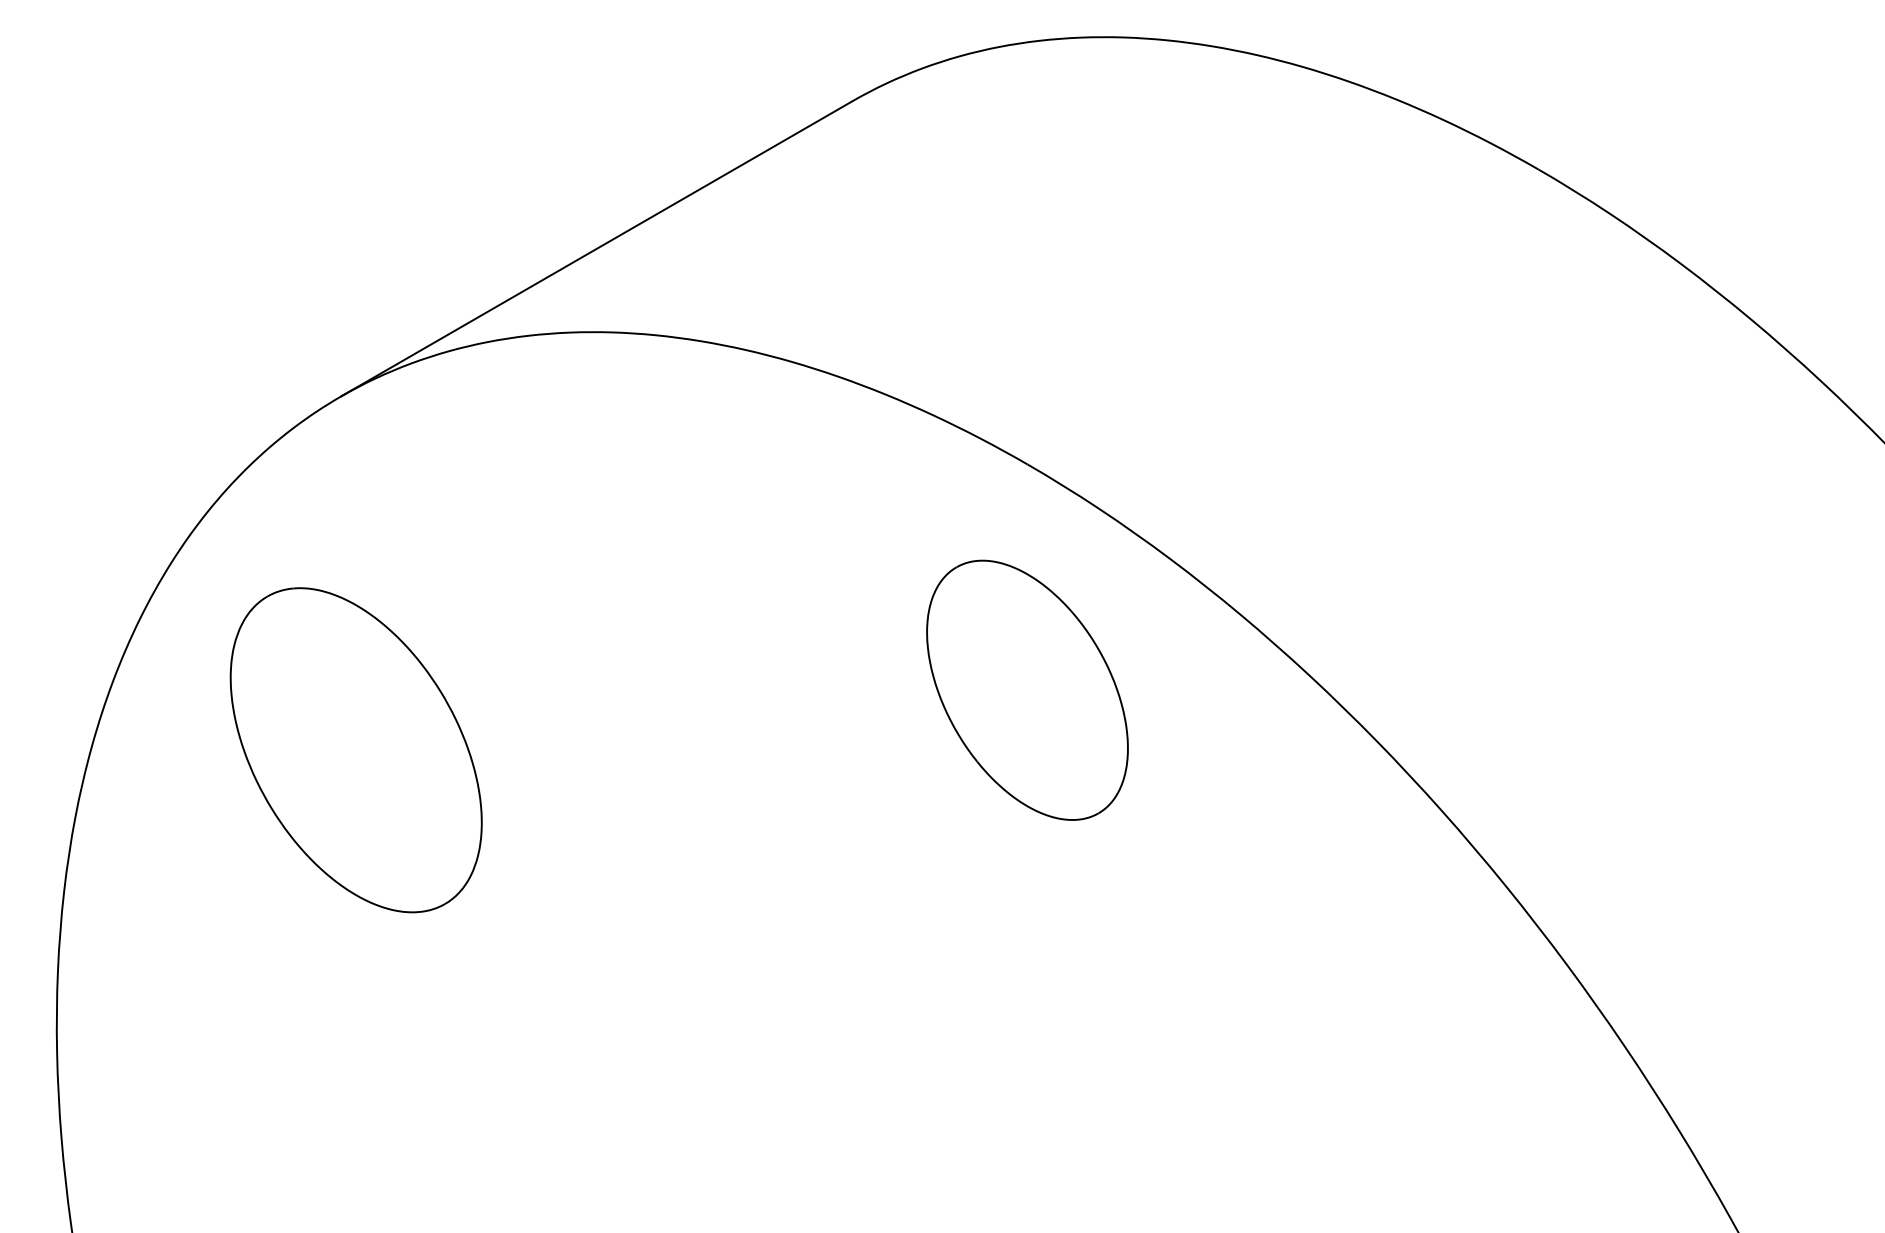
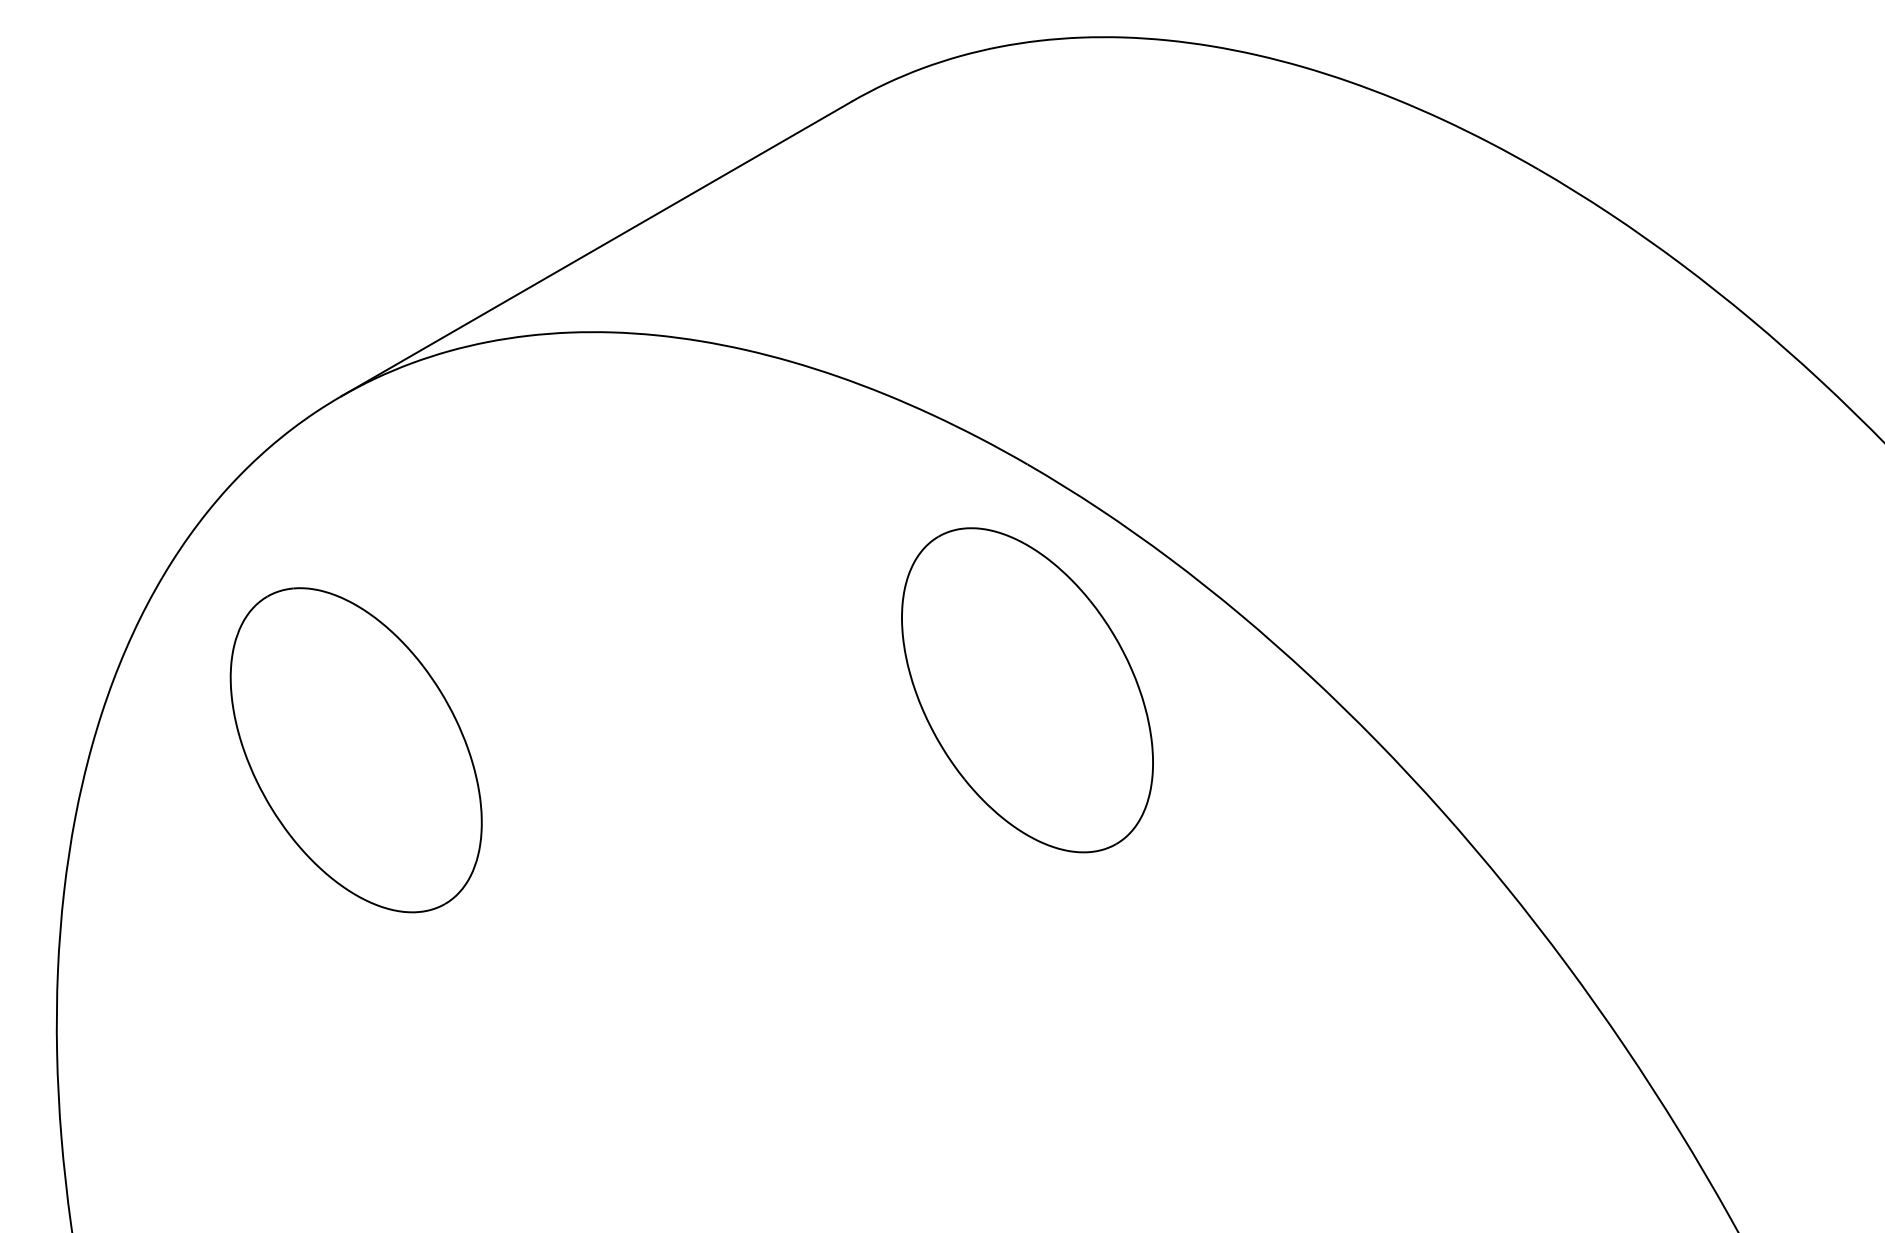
part at (1027, 689) size: 203x262 px -> 253x327 px
